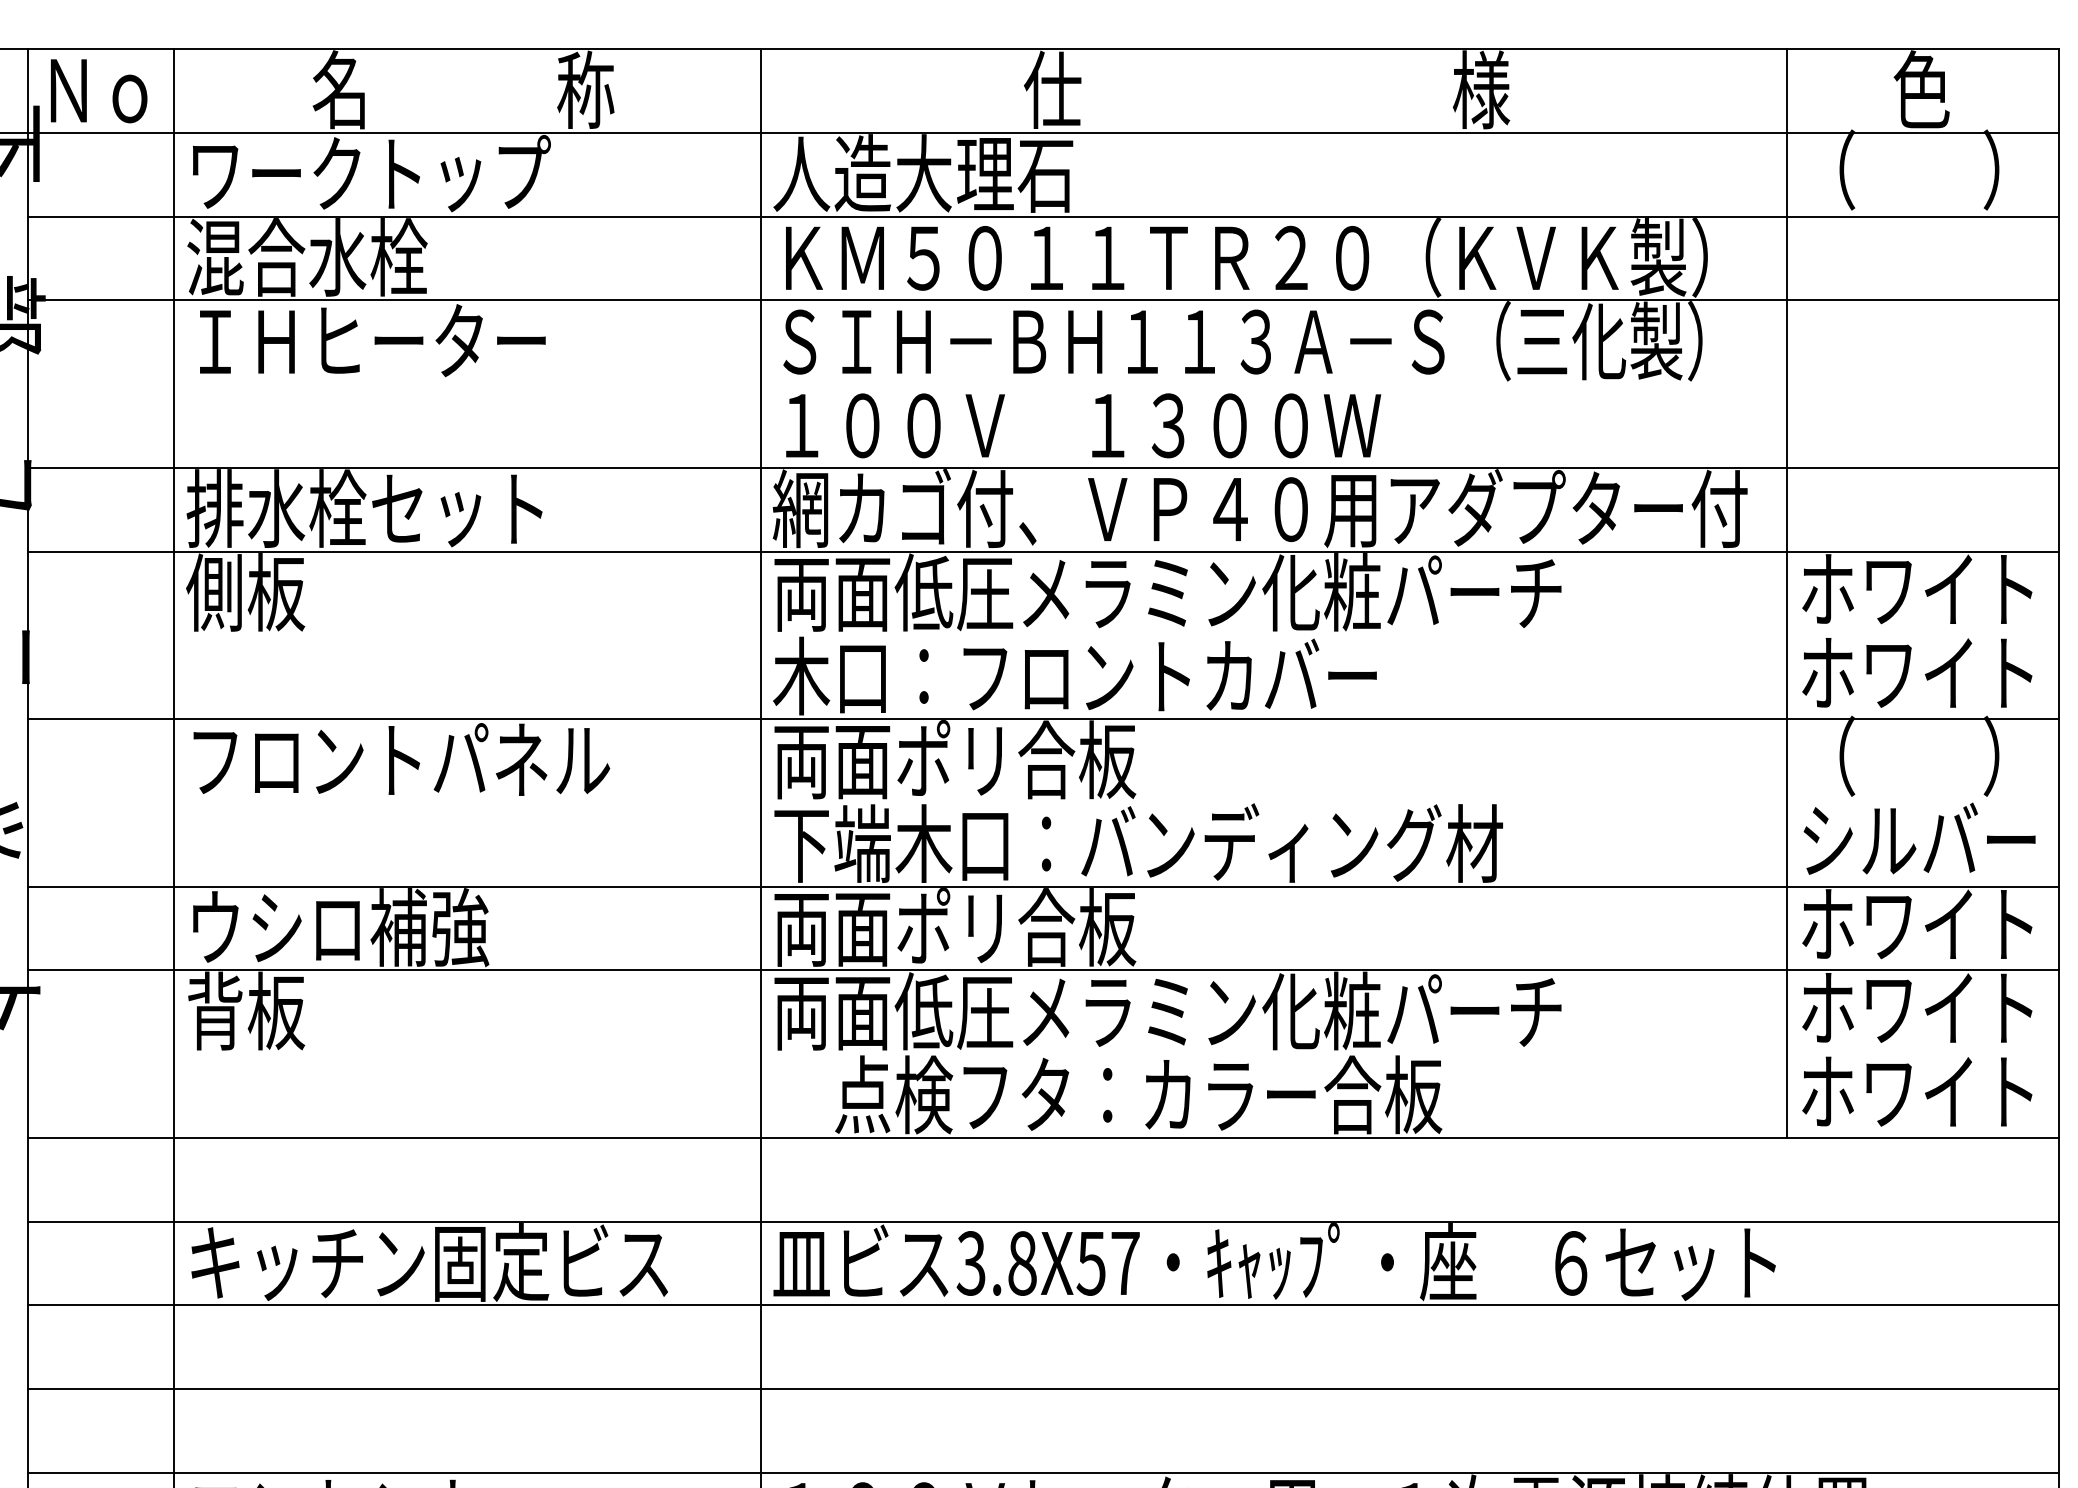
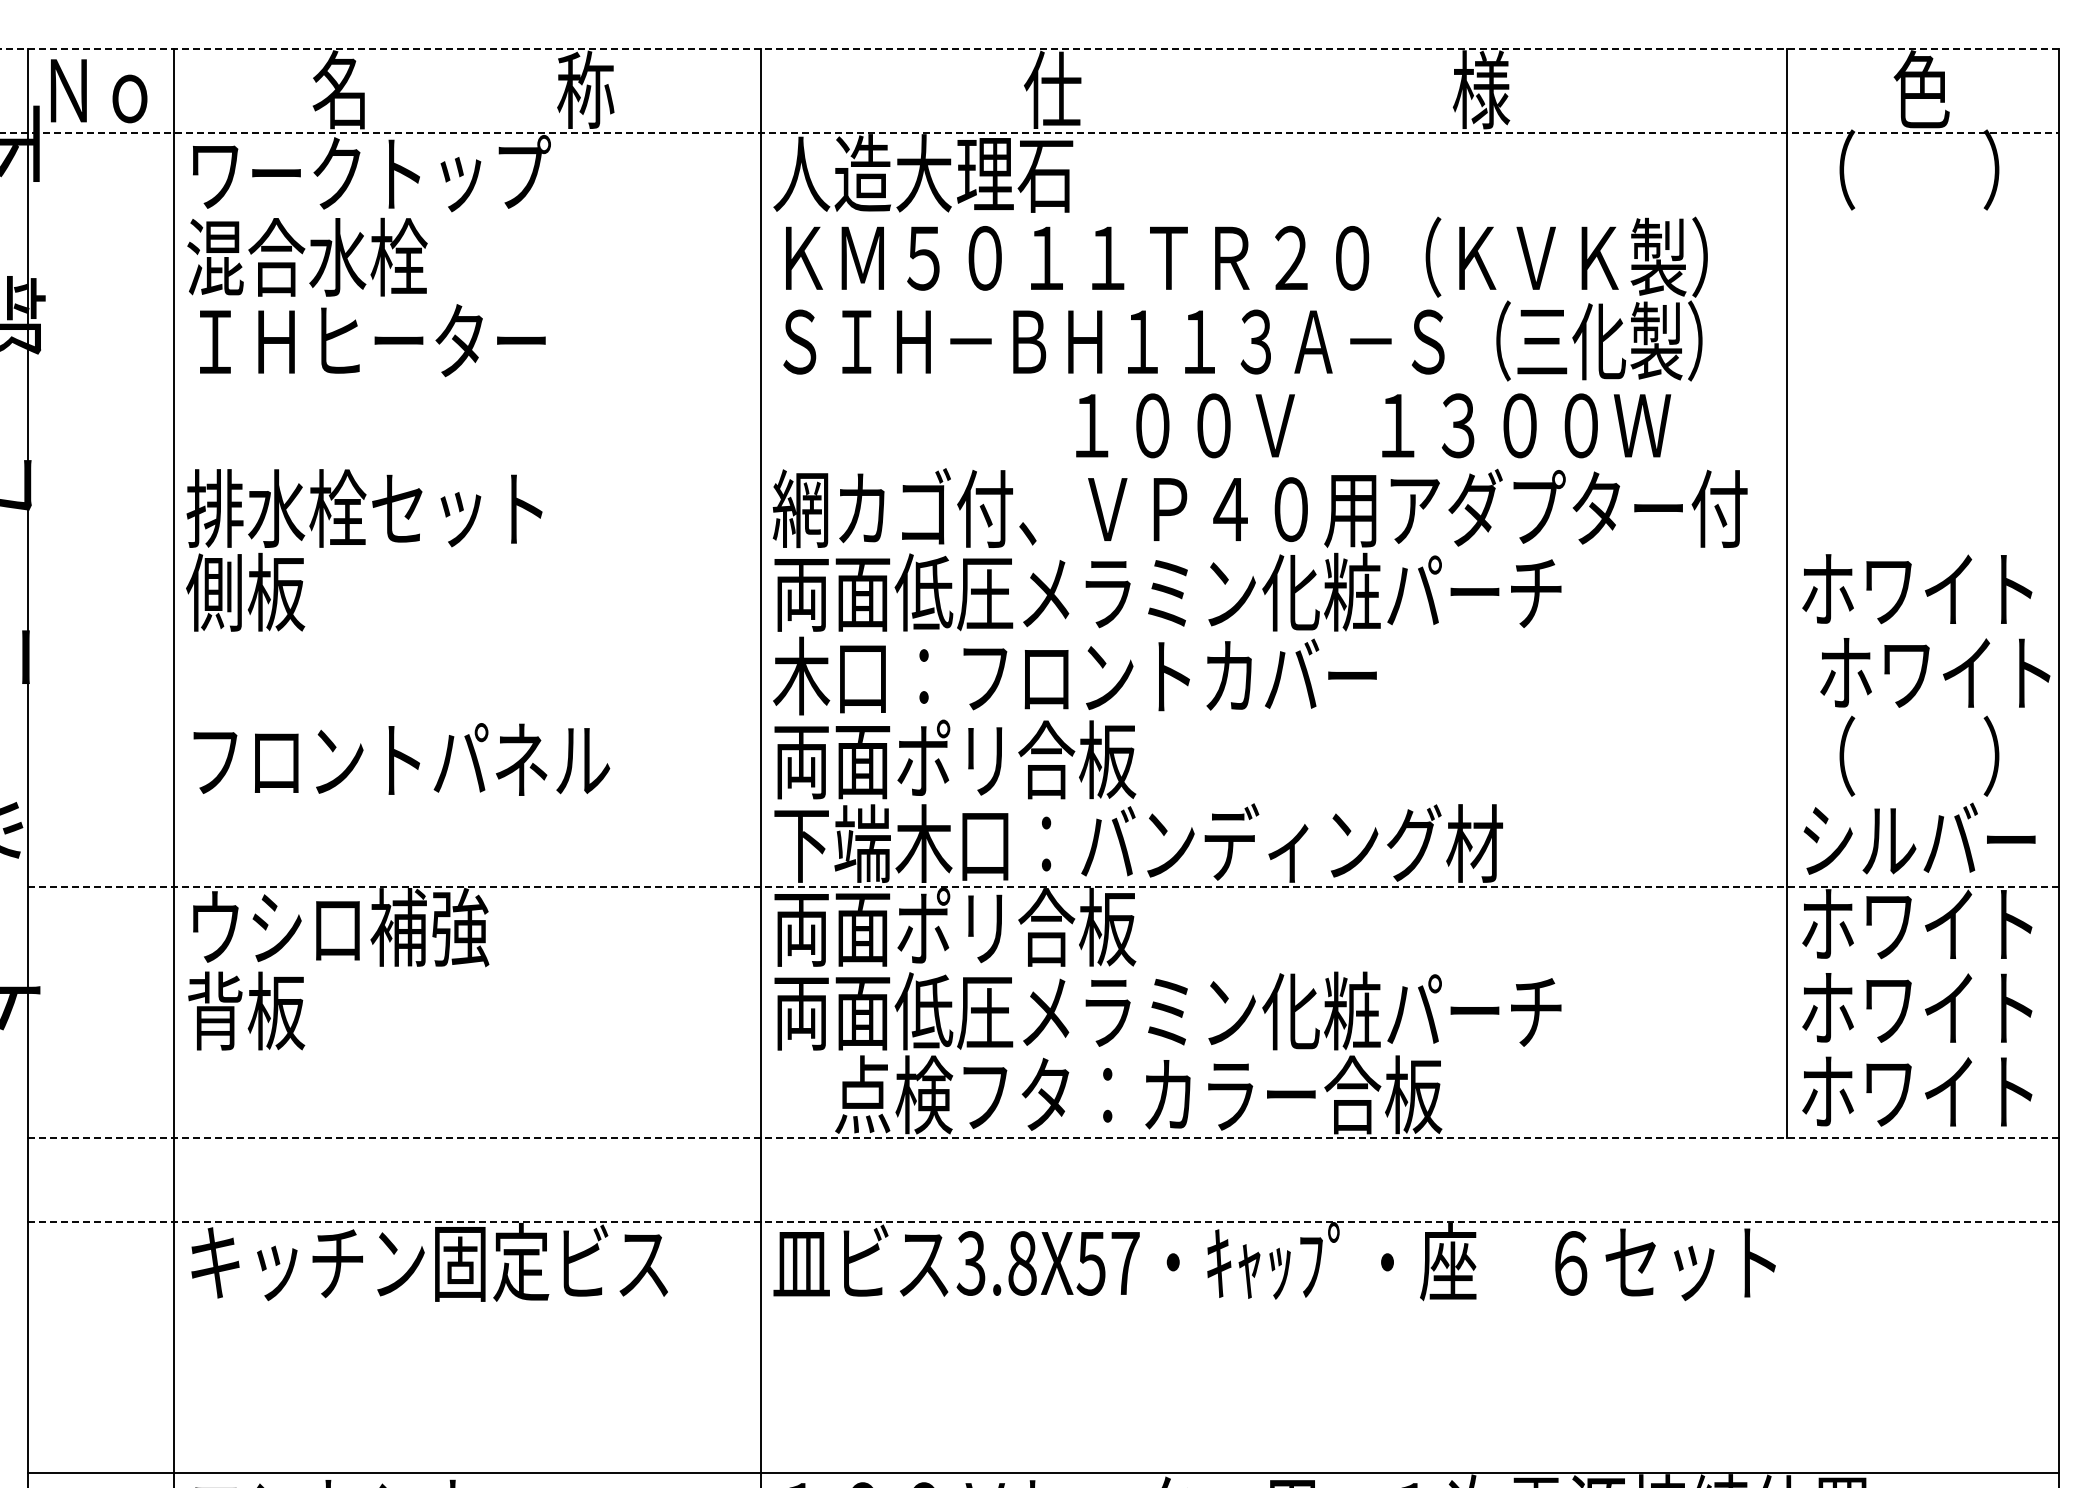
line at (1029, 49): solid -> dashed
line at (1029, 132): solid -> dashed
line at (1042, 216): present -> none
line at (1042, 300): present -> none
text at (1083, 425) position: (1083, 425) -> (1373, 425)
line at (1042, 467): present -> none
line at (1042, 551): present -> none
text at (1917, 672) position: (1917, 672) -> (1935, 672)
line at (1042, 719): present -> none
line at (1043, 886): solid -> dashed
line at (1042, 970): present -> none
line at (1043, 1137): solid -> dashed
line at (1043, 1221): solid -> dashed
line at (1042, 1305): present -> none
line at (1042, 1389): present -> none
